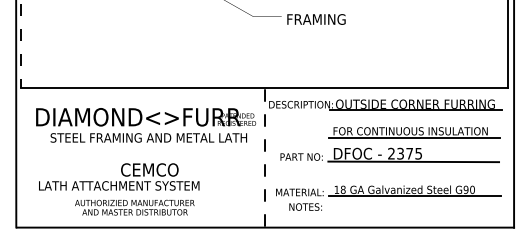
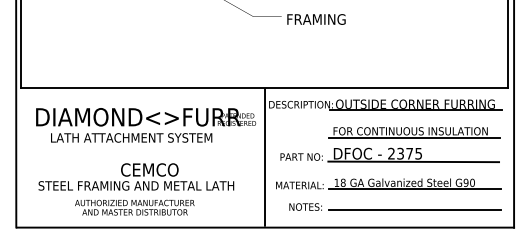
line at (21, 44): dashed -> solid
text at (148, 137): STEEL FRAMING AND METAL LATH -> LATH ATTACHMENT SYSTEM
line at (265, 157): dashed -> solid
text at (136, 185): LATH ATTACHMENT SYSTEM -> STEEL FRAMING AND METAL LATH
part at (388, 190) position: (388, 190) -> (388, 183)
line at (414, 209): none -> present
